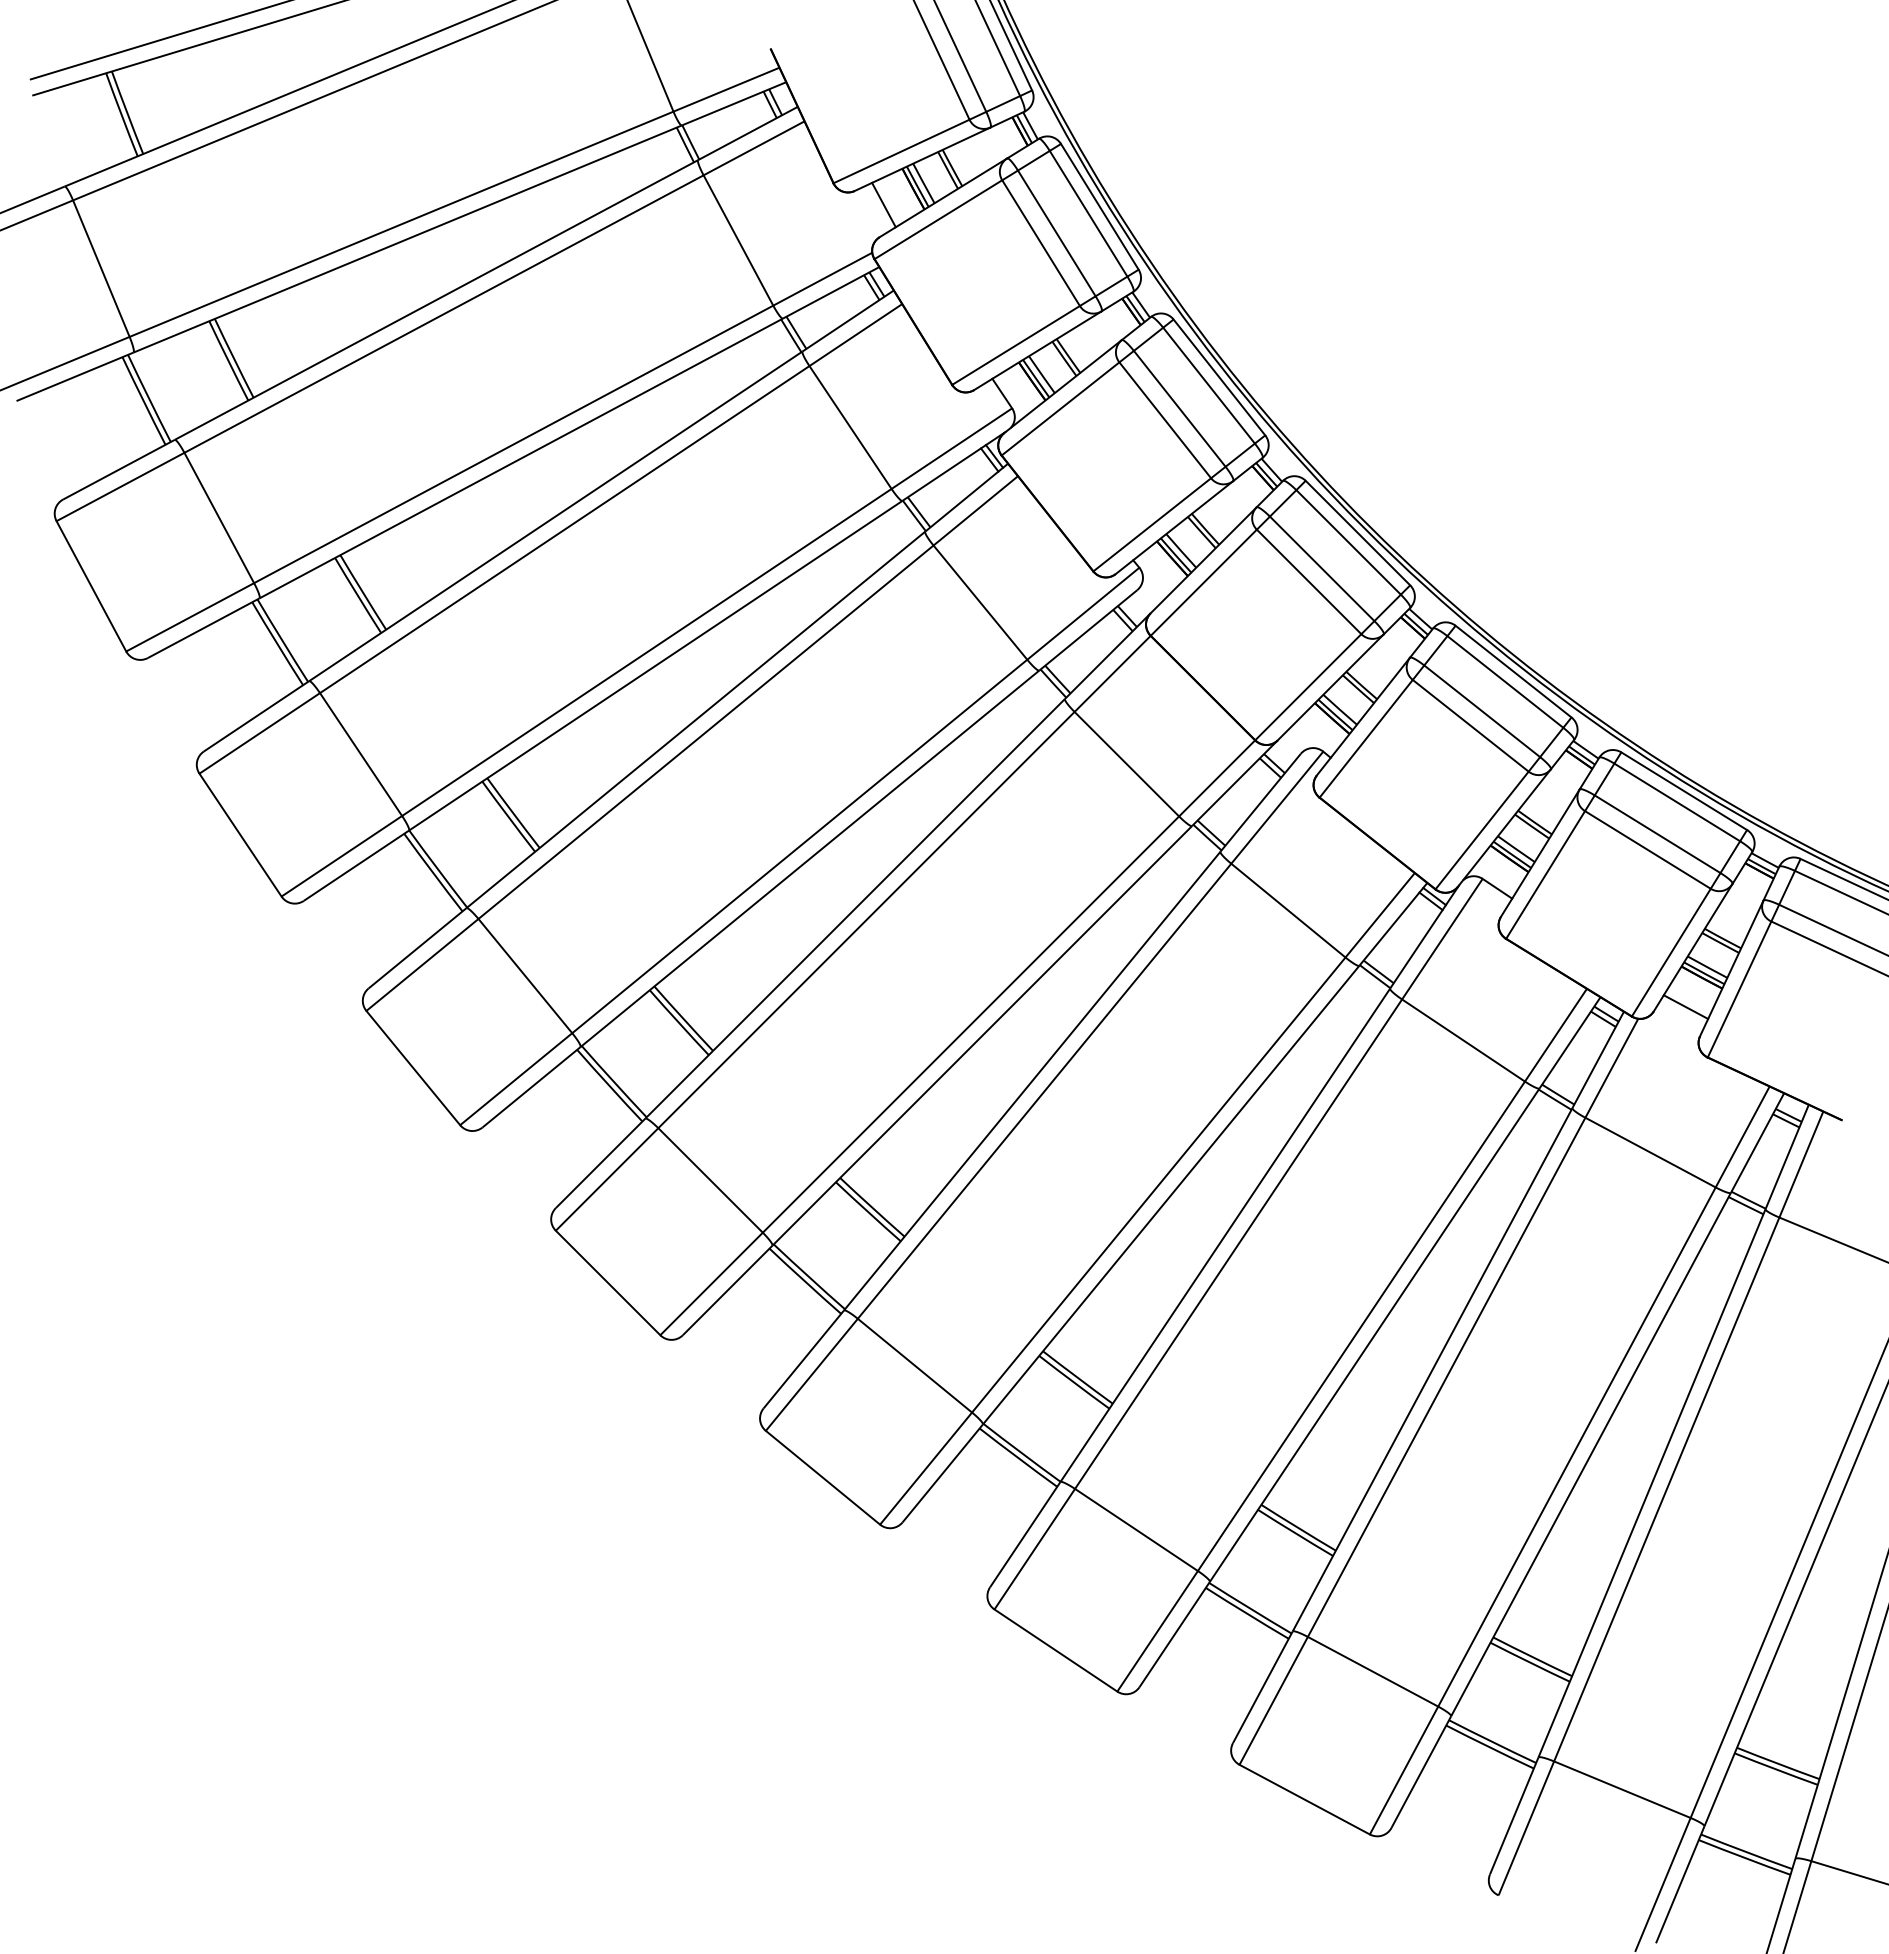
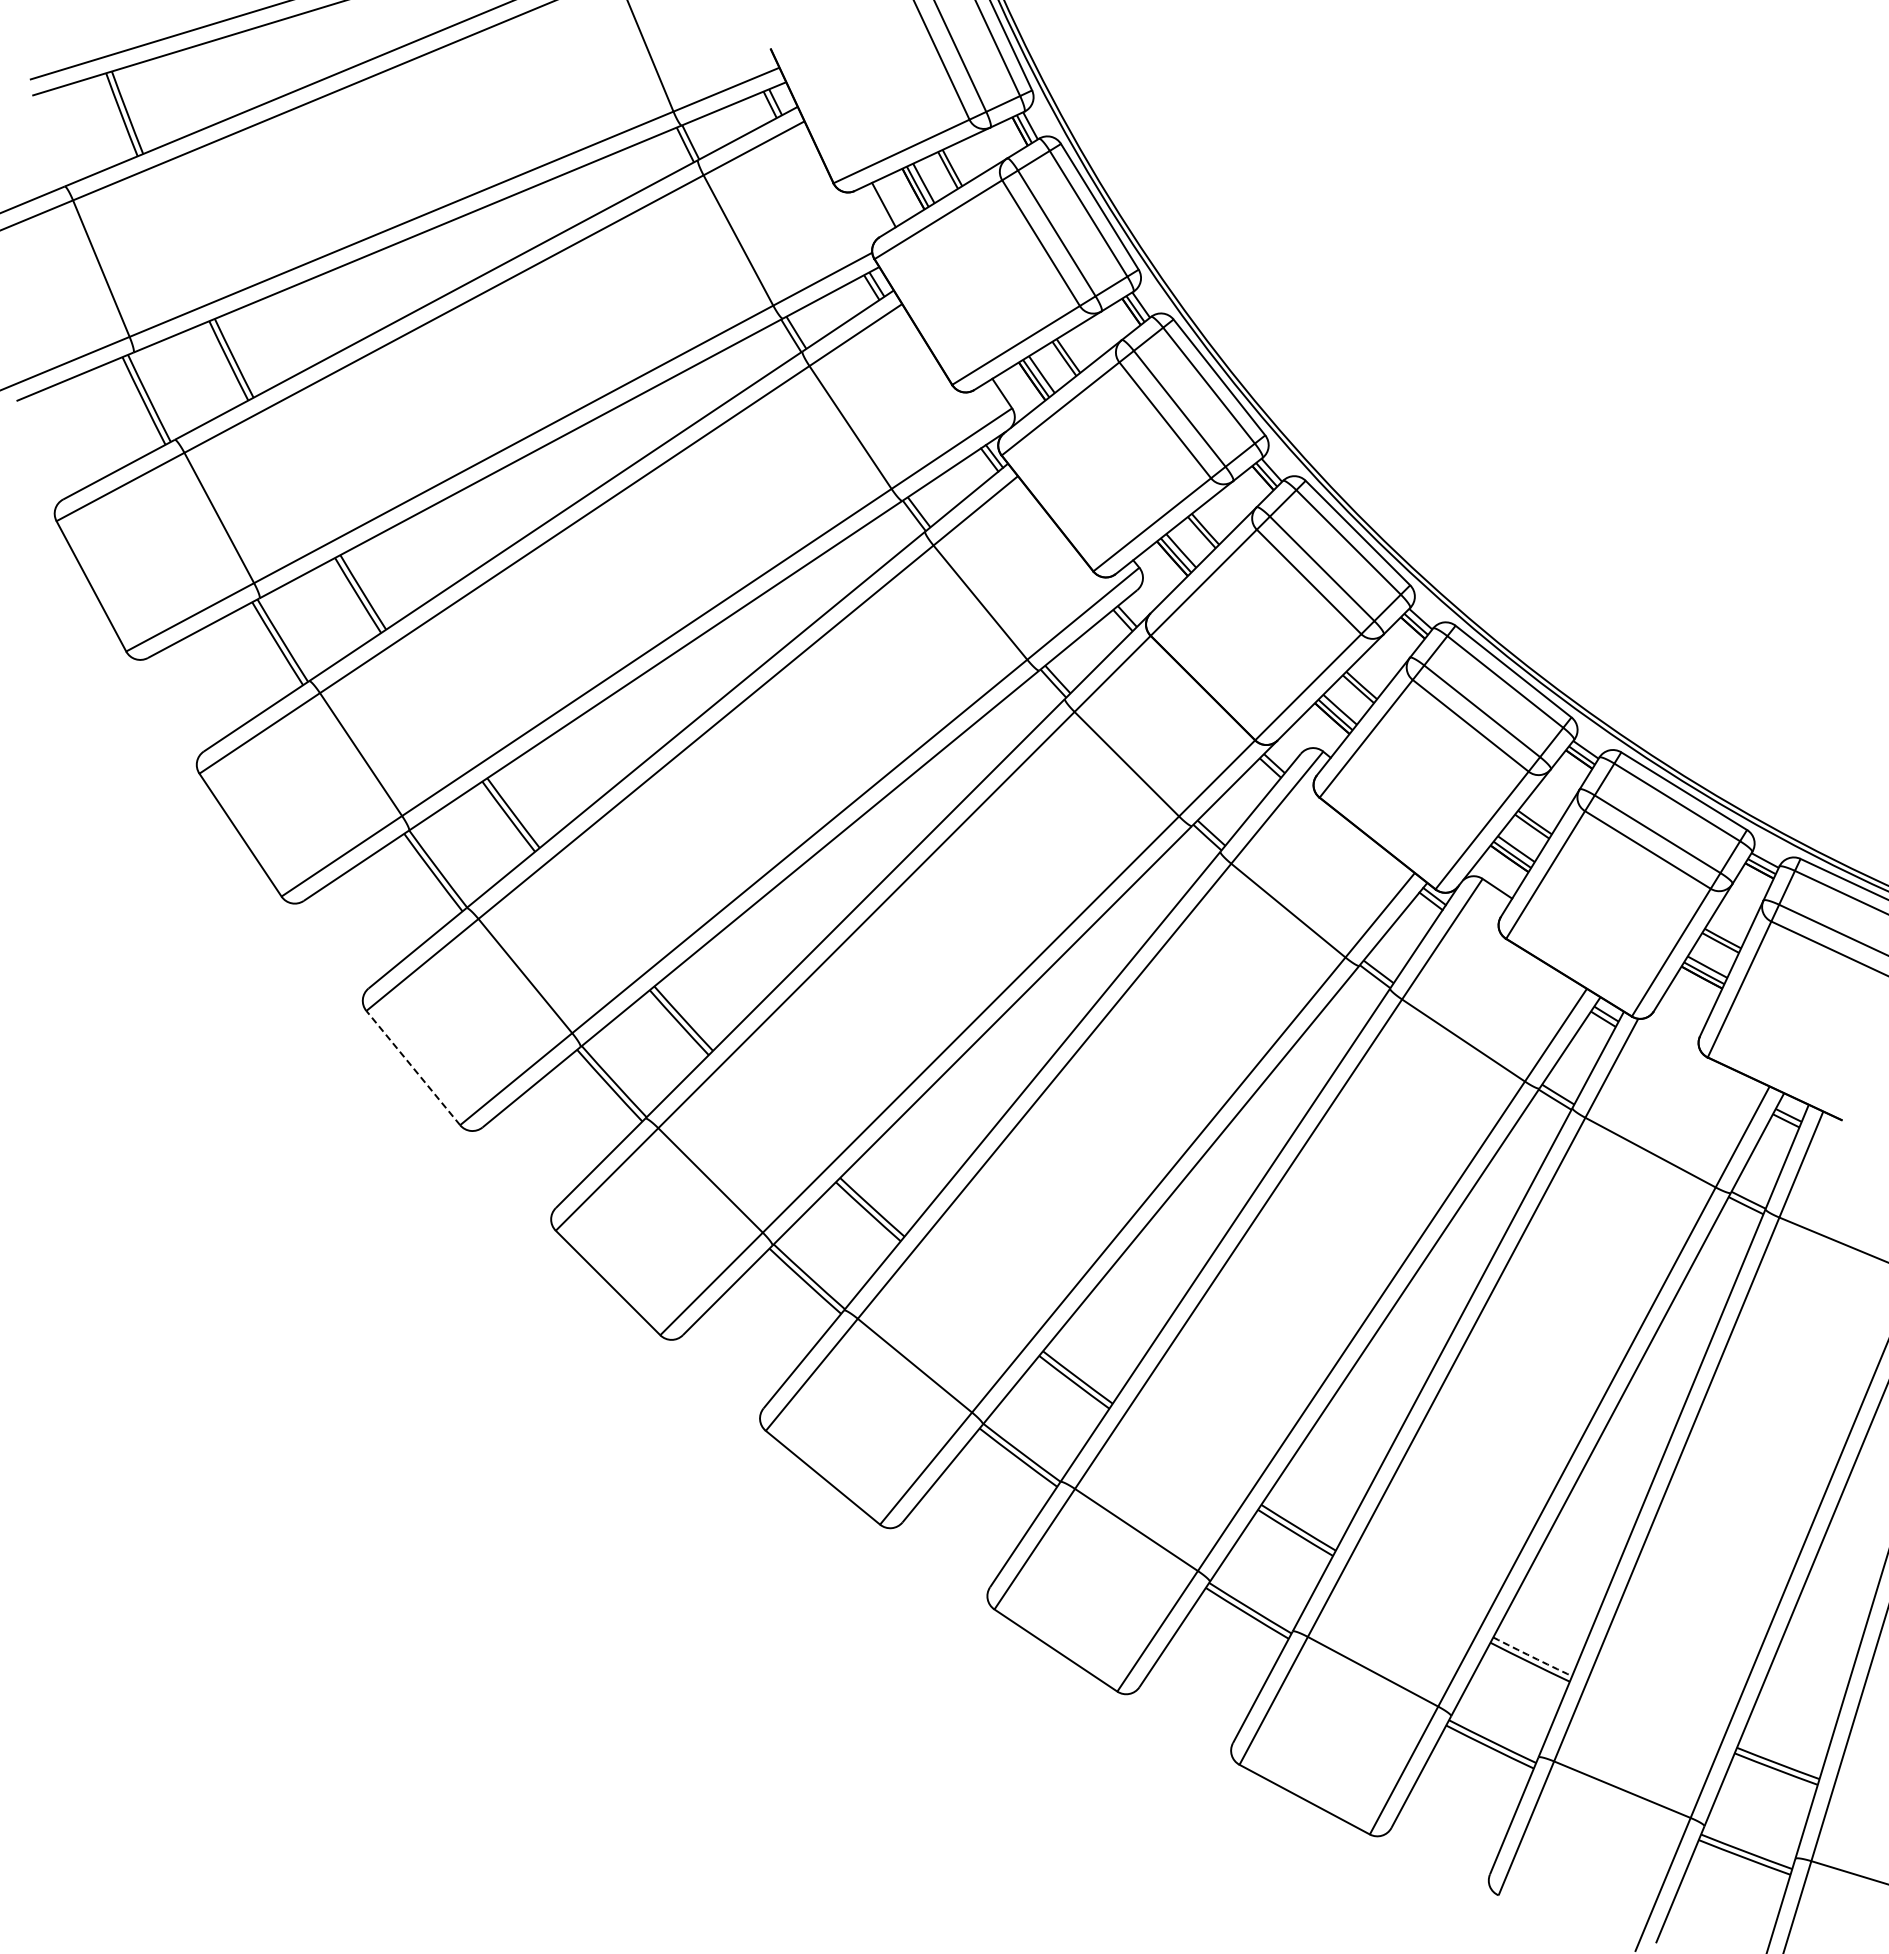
line at (1685, 1006): present -> none
line at (413, 1068): solid -> dashed
arc at (1532, 1657): solid -> dashed
